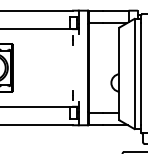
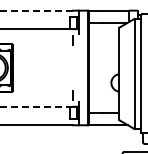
line at (36, 10): solid -> dashed
line at (36, 106): solid -> dashed
